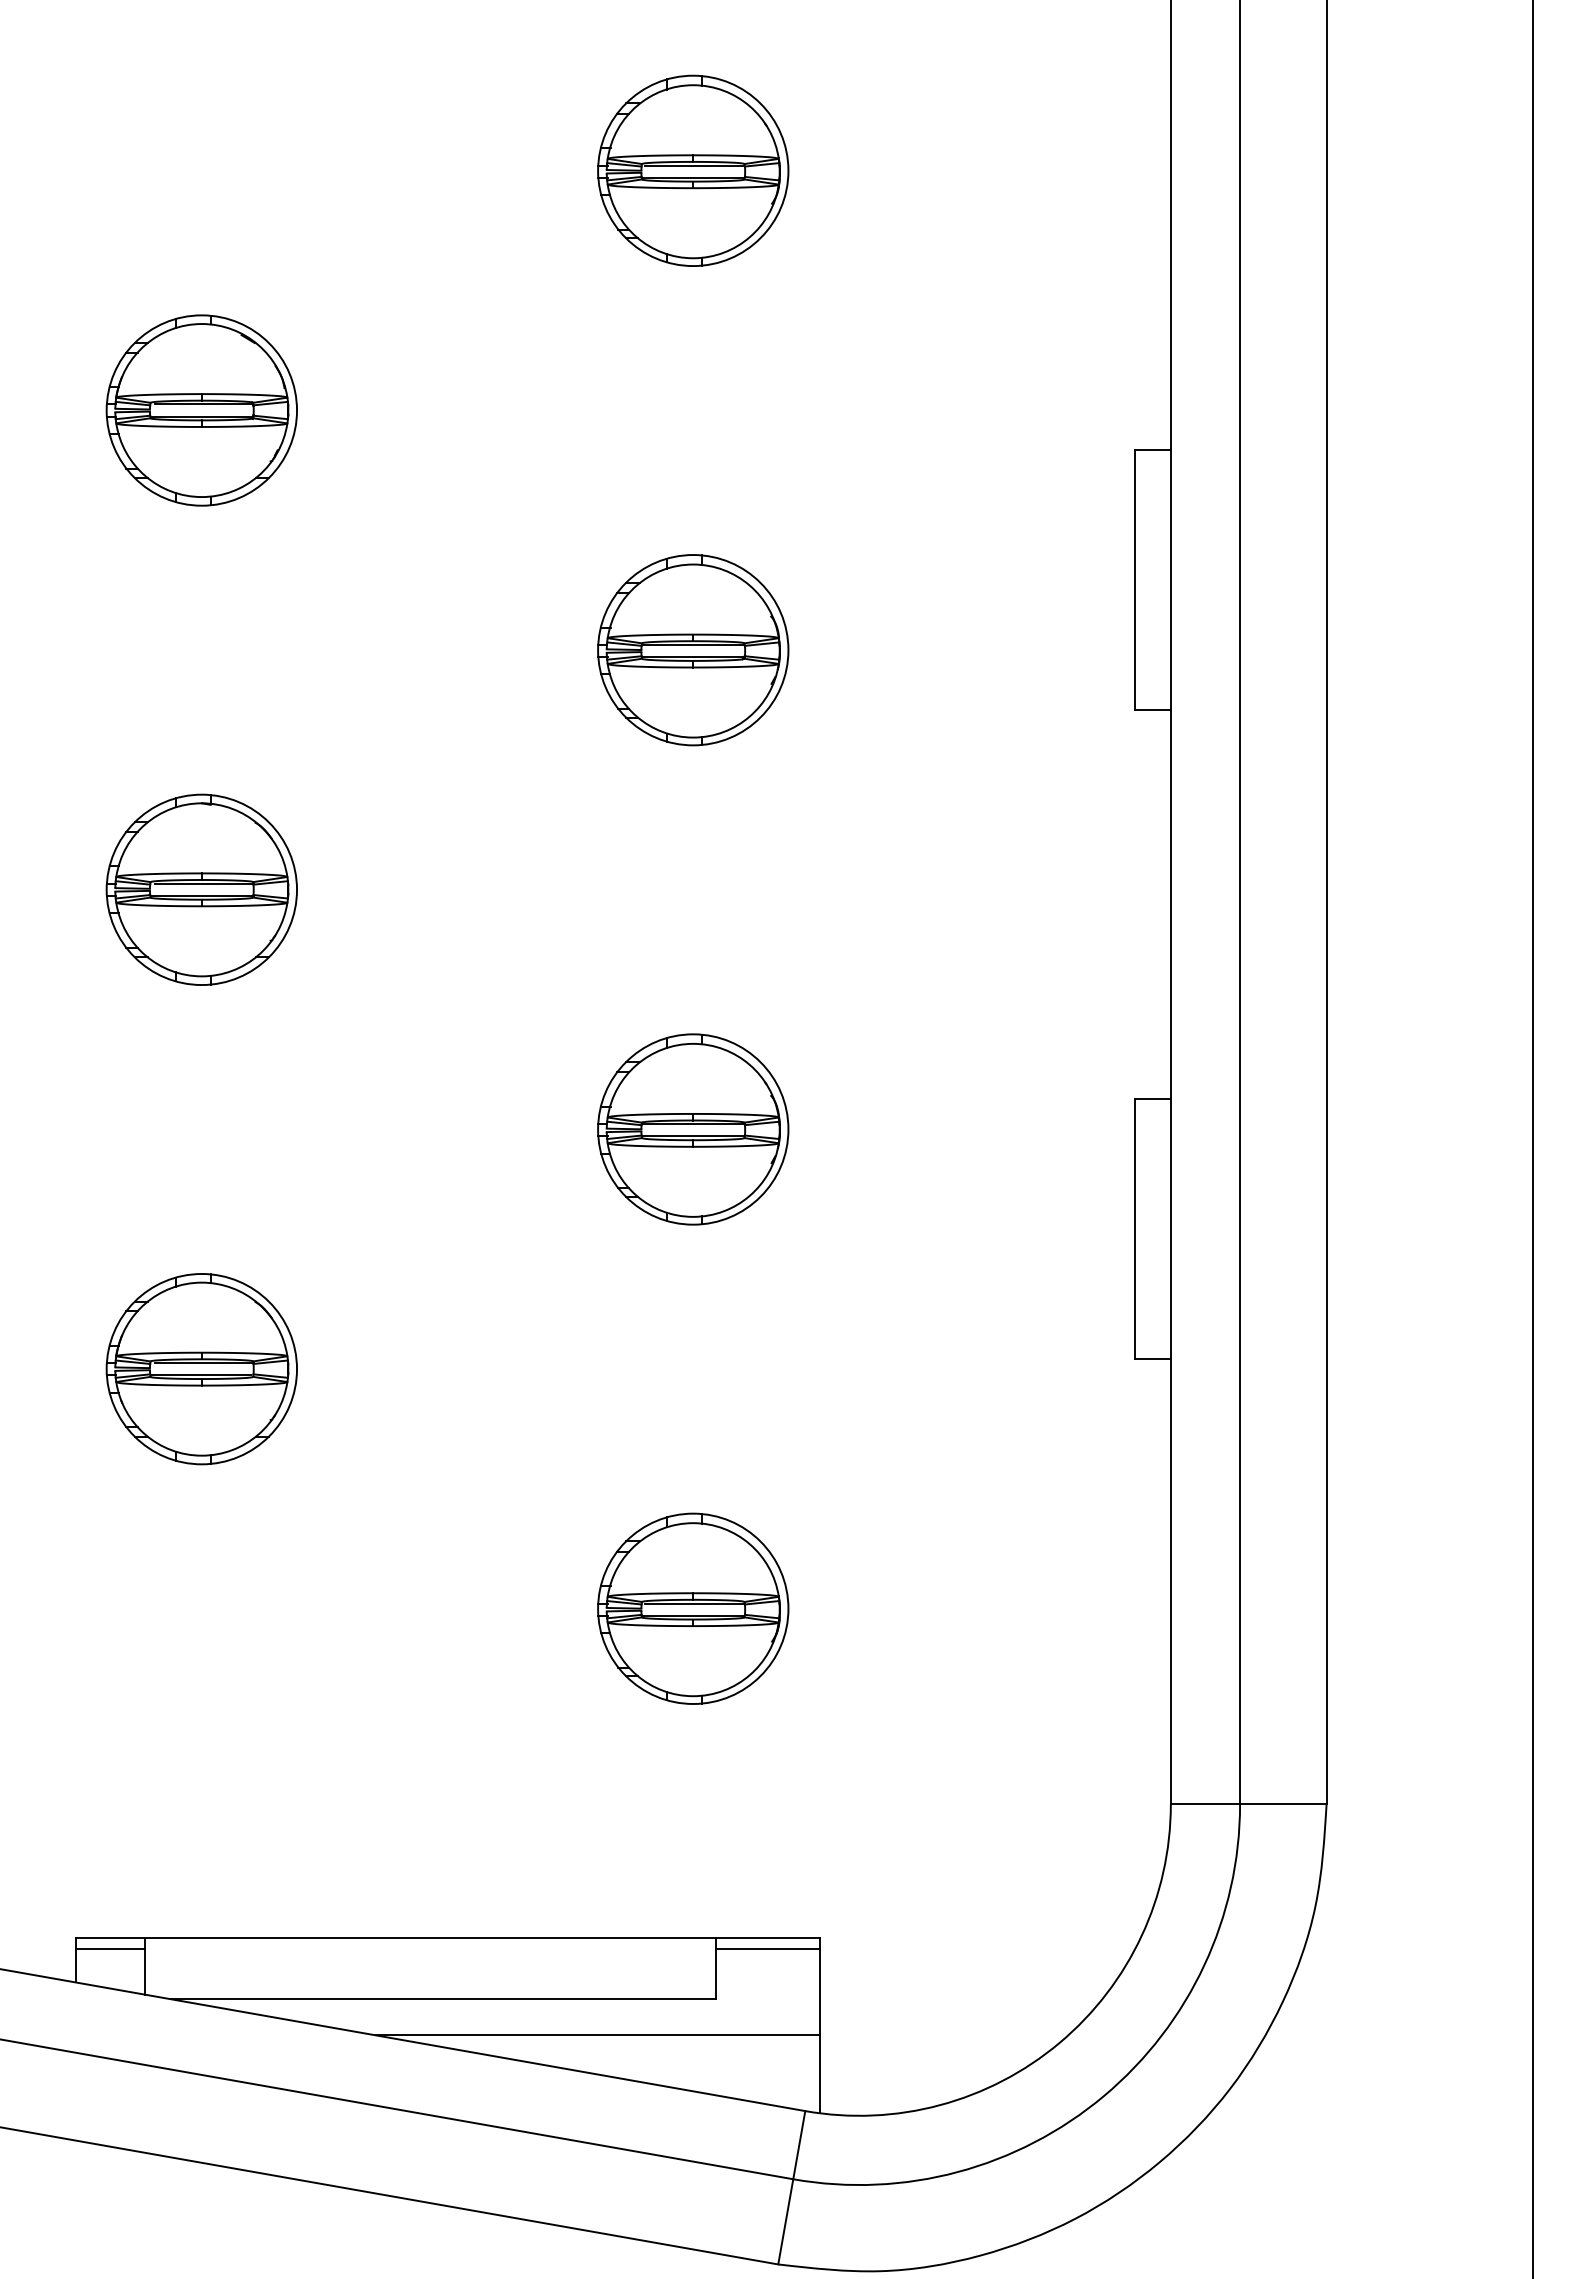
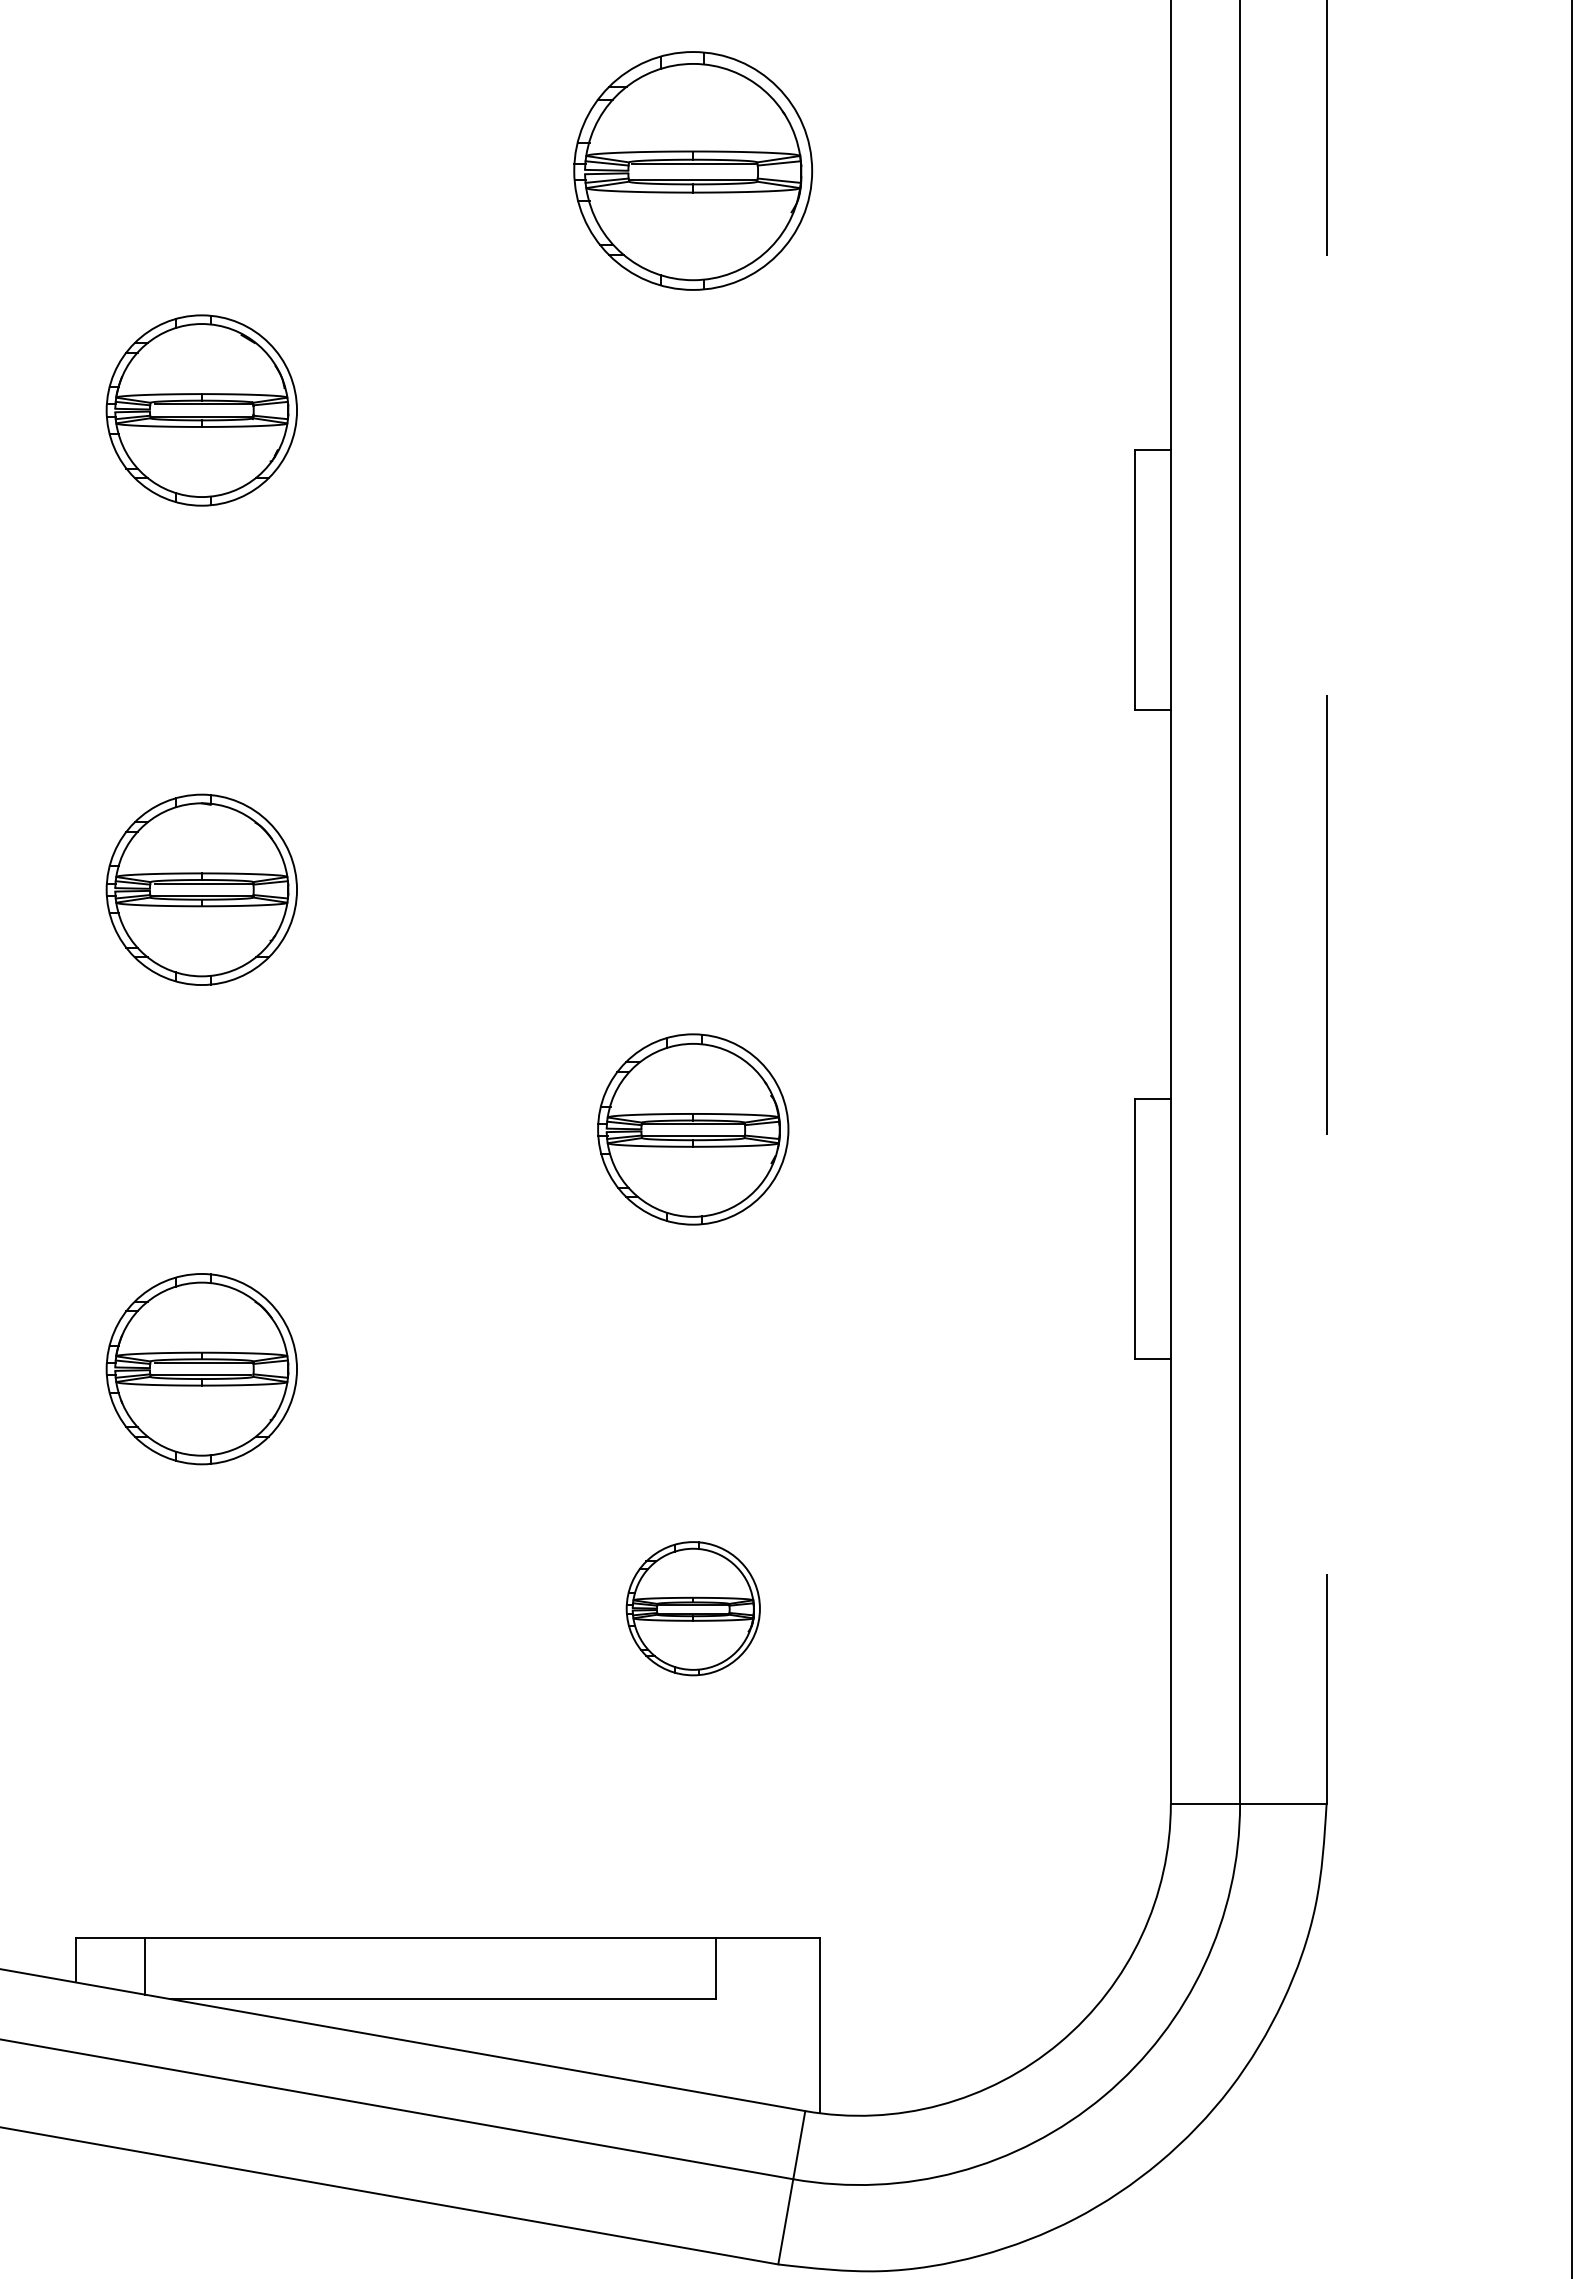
part at (693, 170) size: 193x193 px -> 241x240 px
part at (693, 650): present -> none
line at (1326, 902): solid -> dashed
line at (1533, 1138) position: (1533, 1138) -> (1572, 1138)
part at (693, 1608) size: 193x193 px -> 136x136 px
line at (109, 1948): present -> none
line at (767, 1948): present -> none
line at (597, 2035): present -> none
